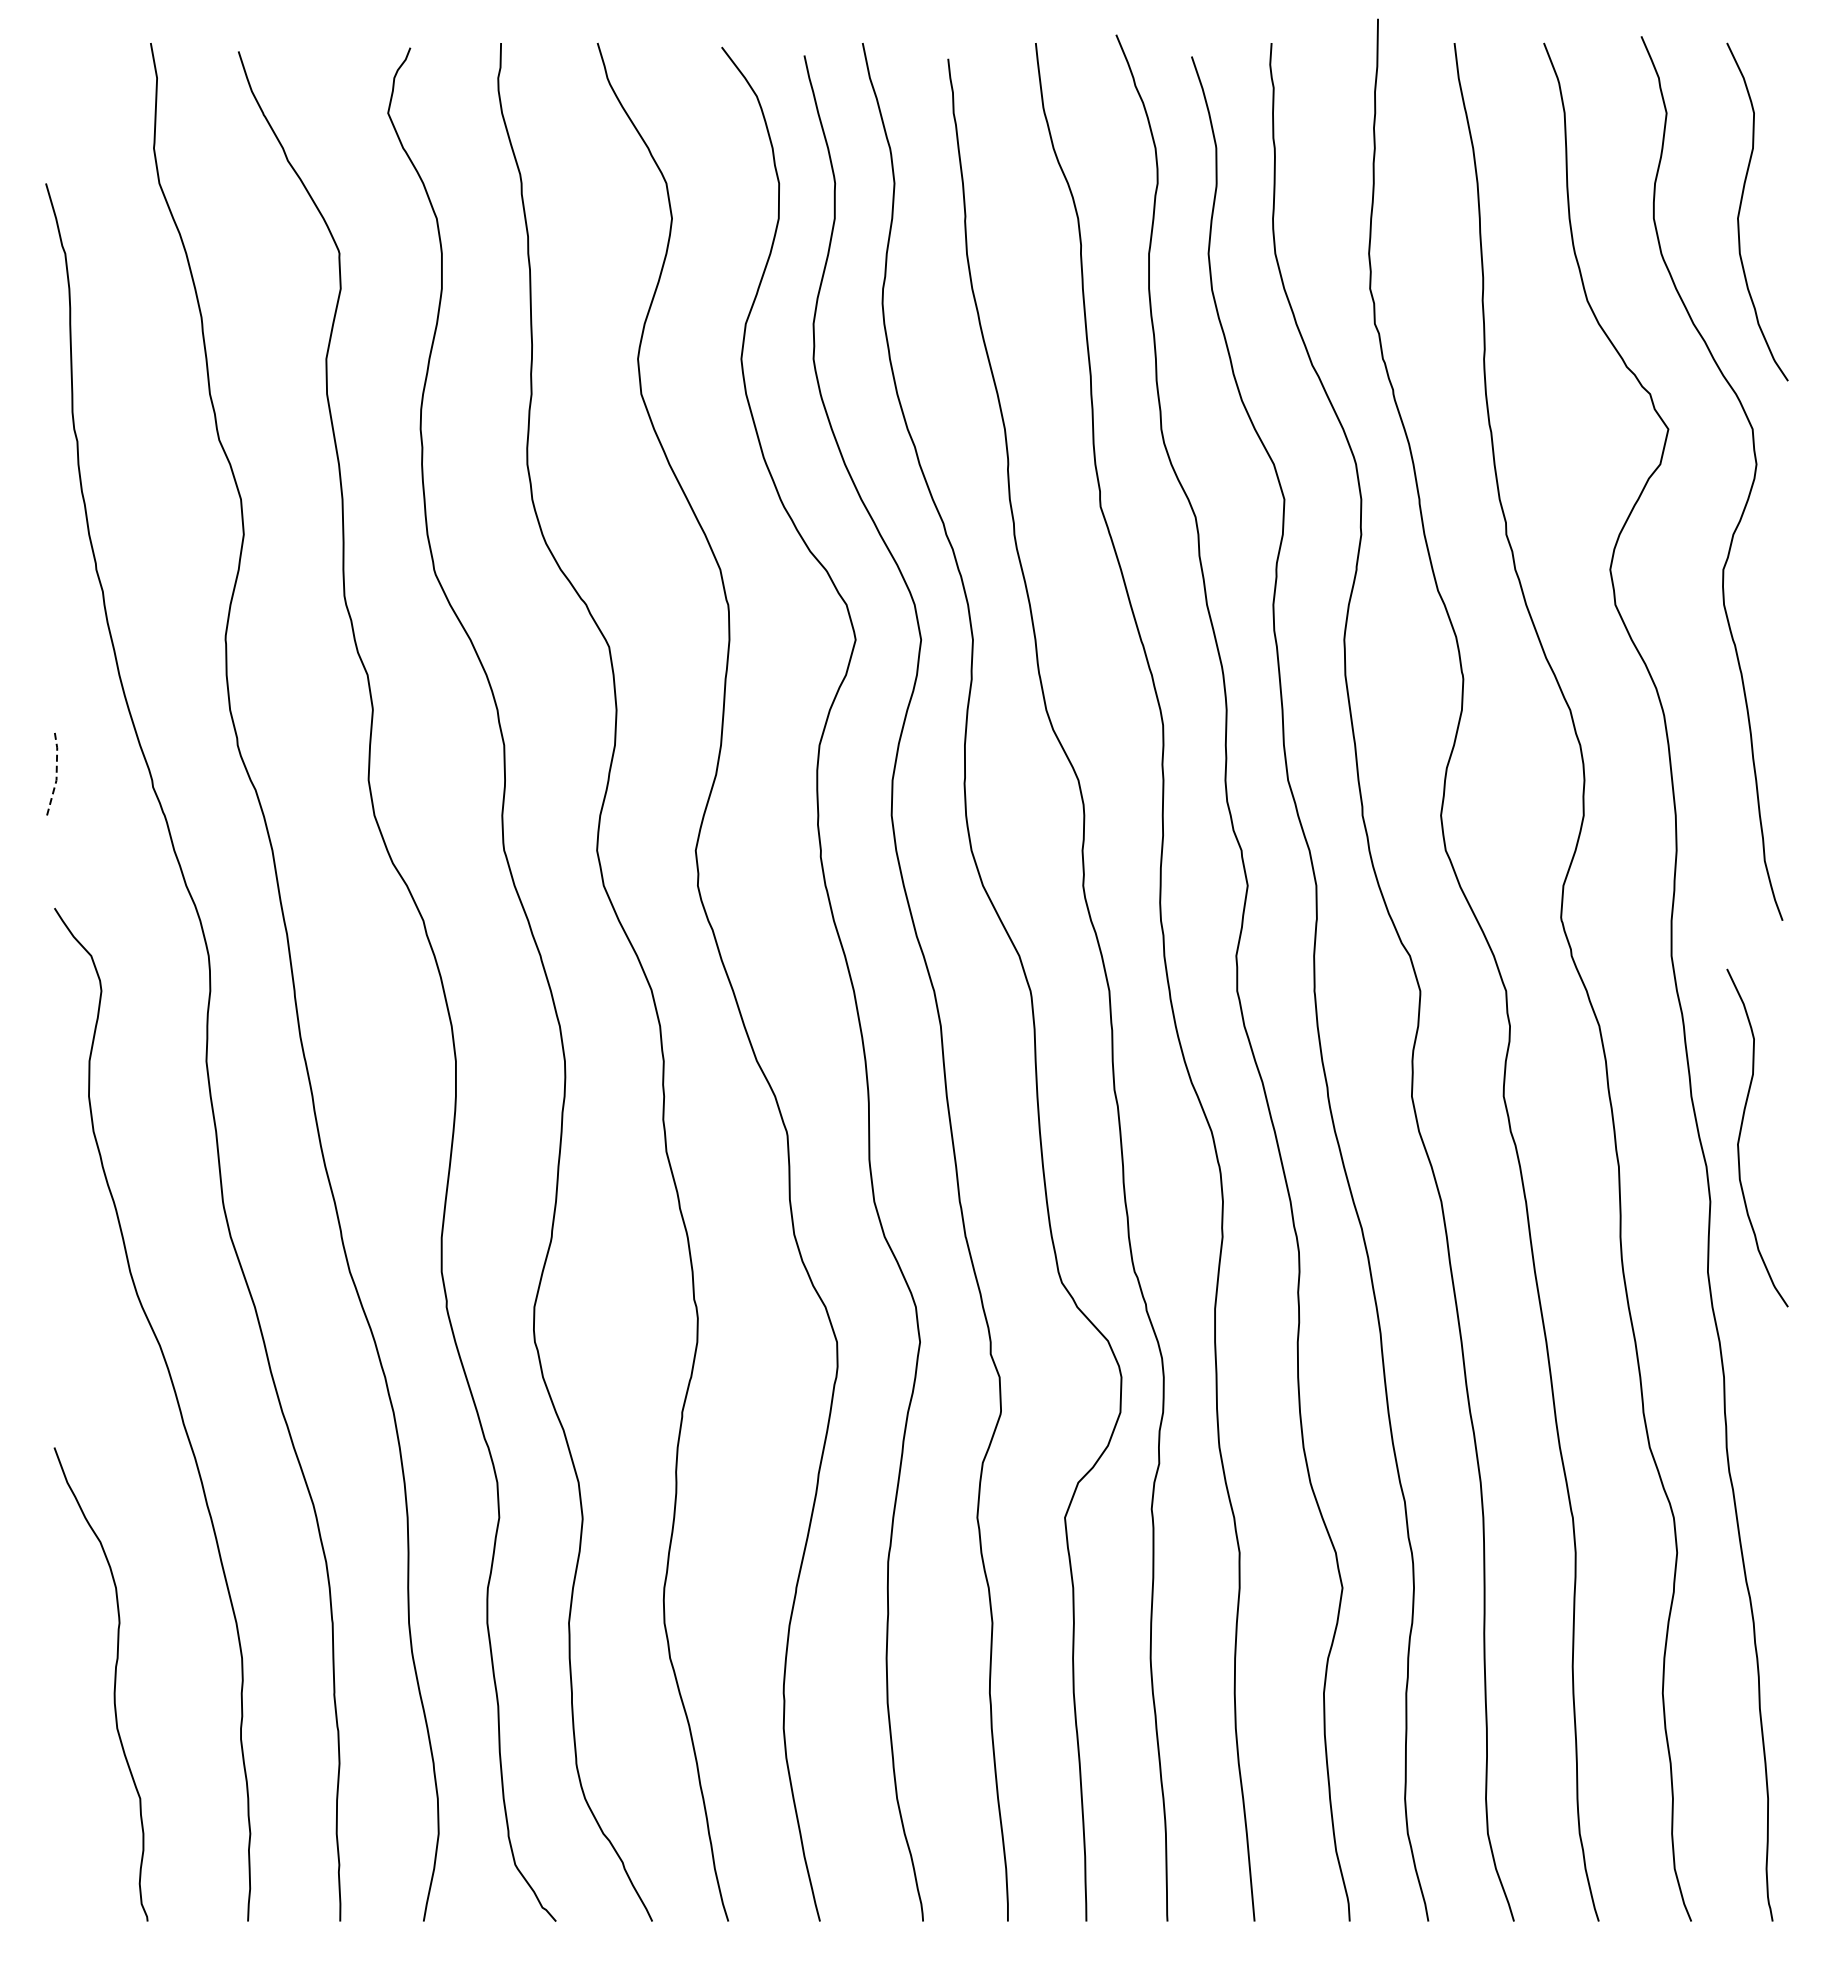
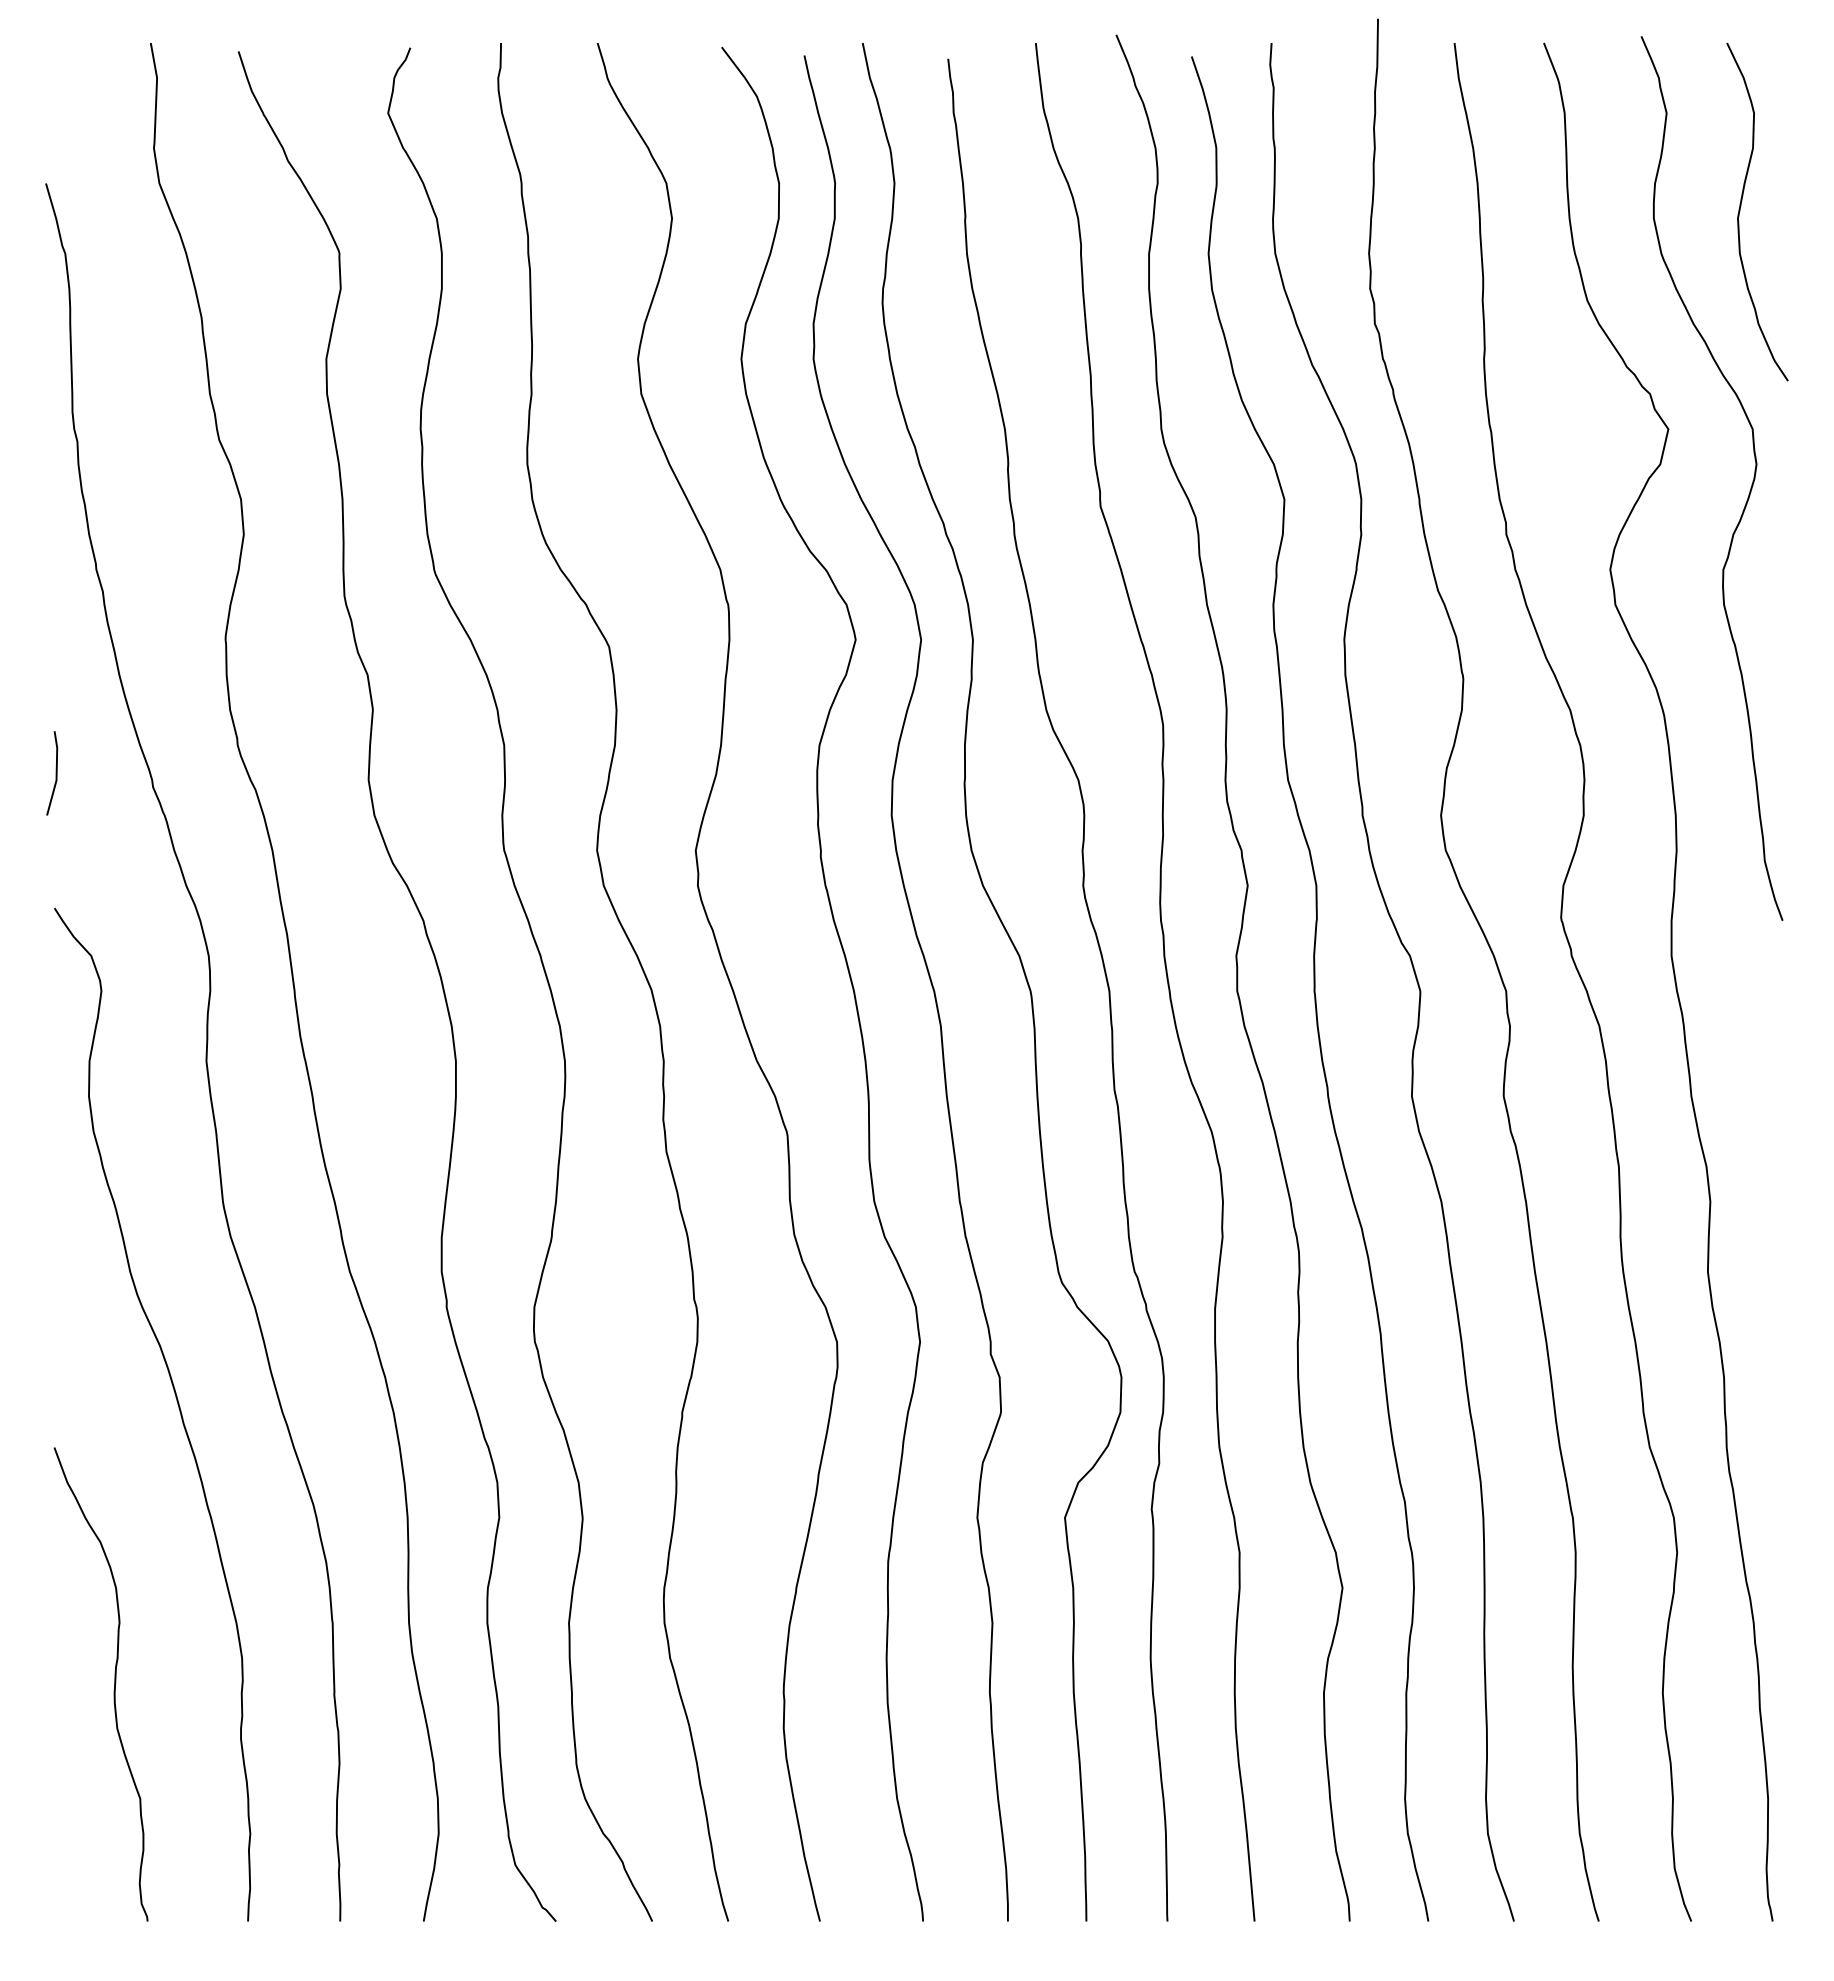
line at (56, 773): dashed -> solid
curve at (1741, 1132): present -> none
